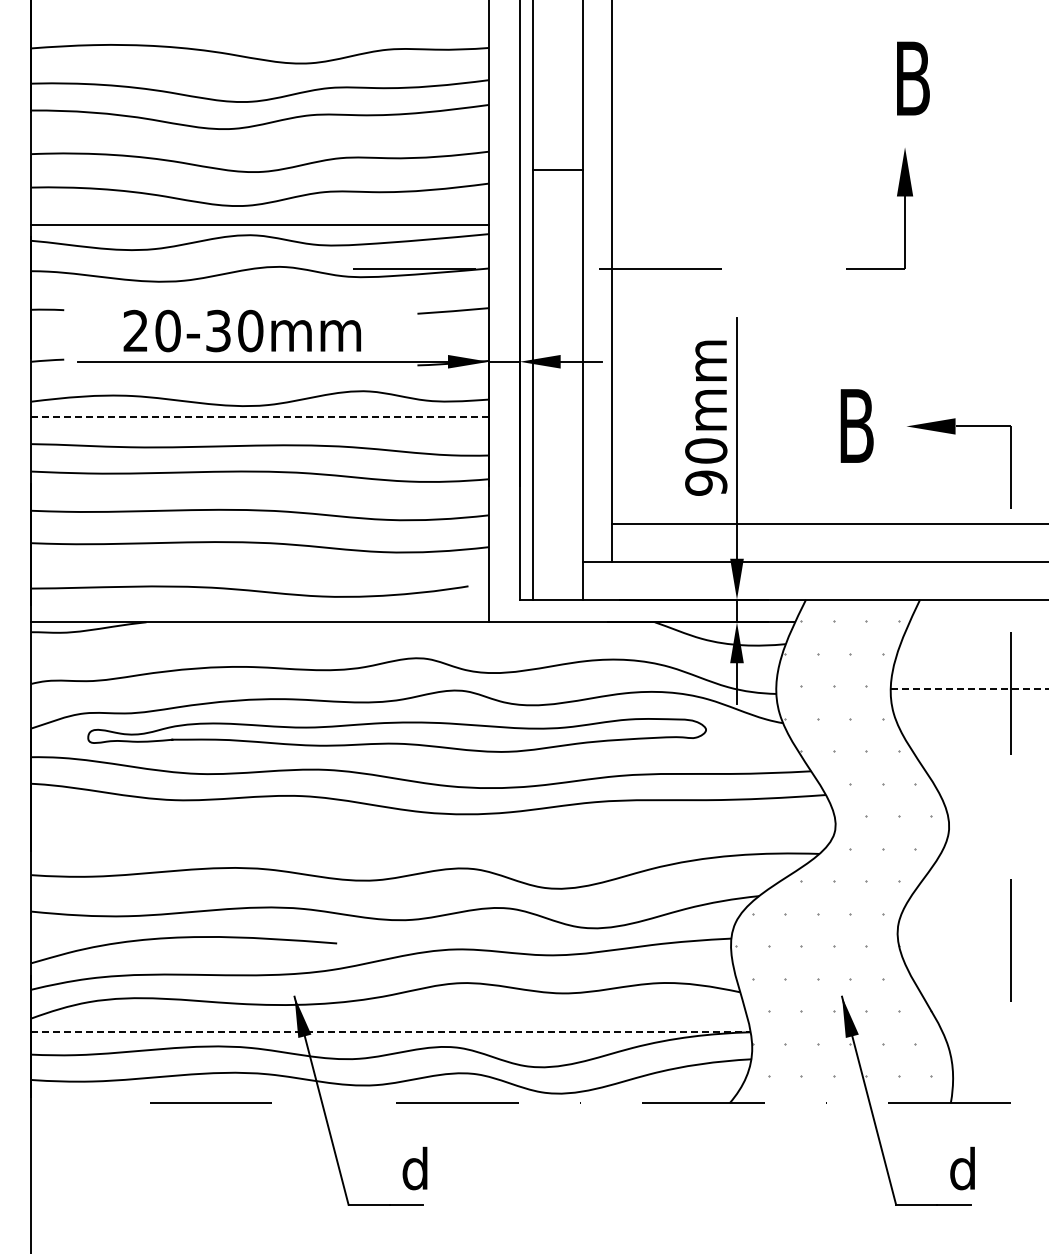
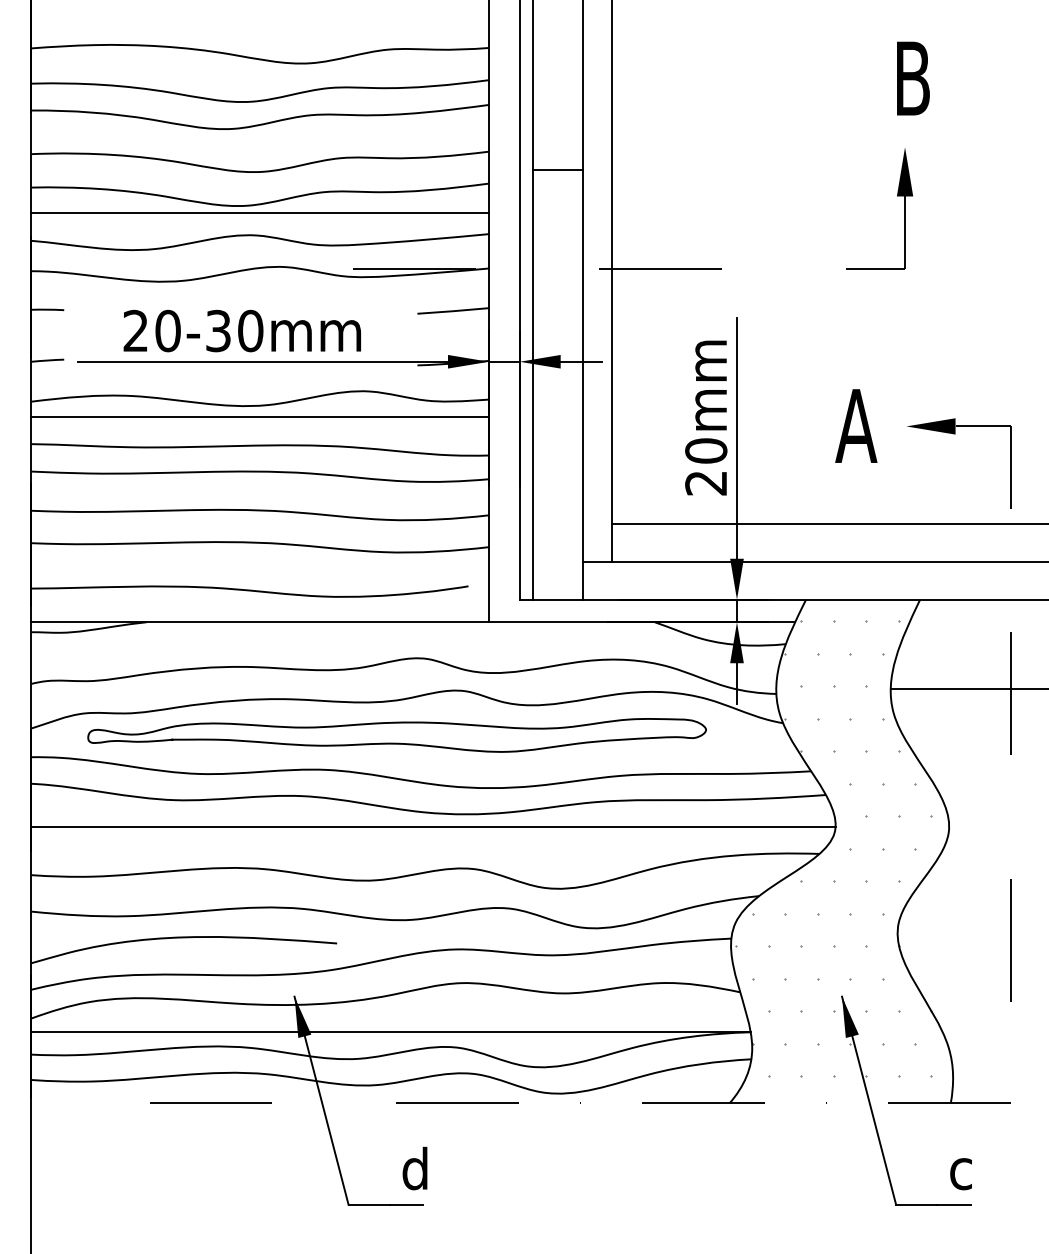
line at (259, 224) position: (259, 224) -> (259, 212)
line at (260, 417): dashed -> solid
text at (856, 425): B -> A
text at (706, 482): 90mm -> 20mm
line at (969, 689): dashed -> solid
line at (433, 827): none -> present
line at (391, 1031): dashed -> solid
text at (962, 1168): d -> c
